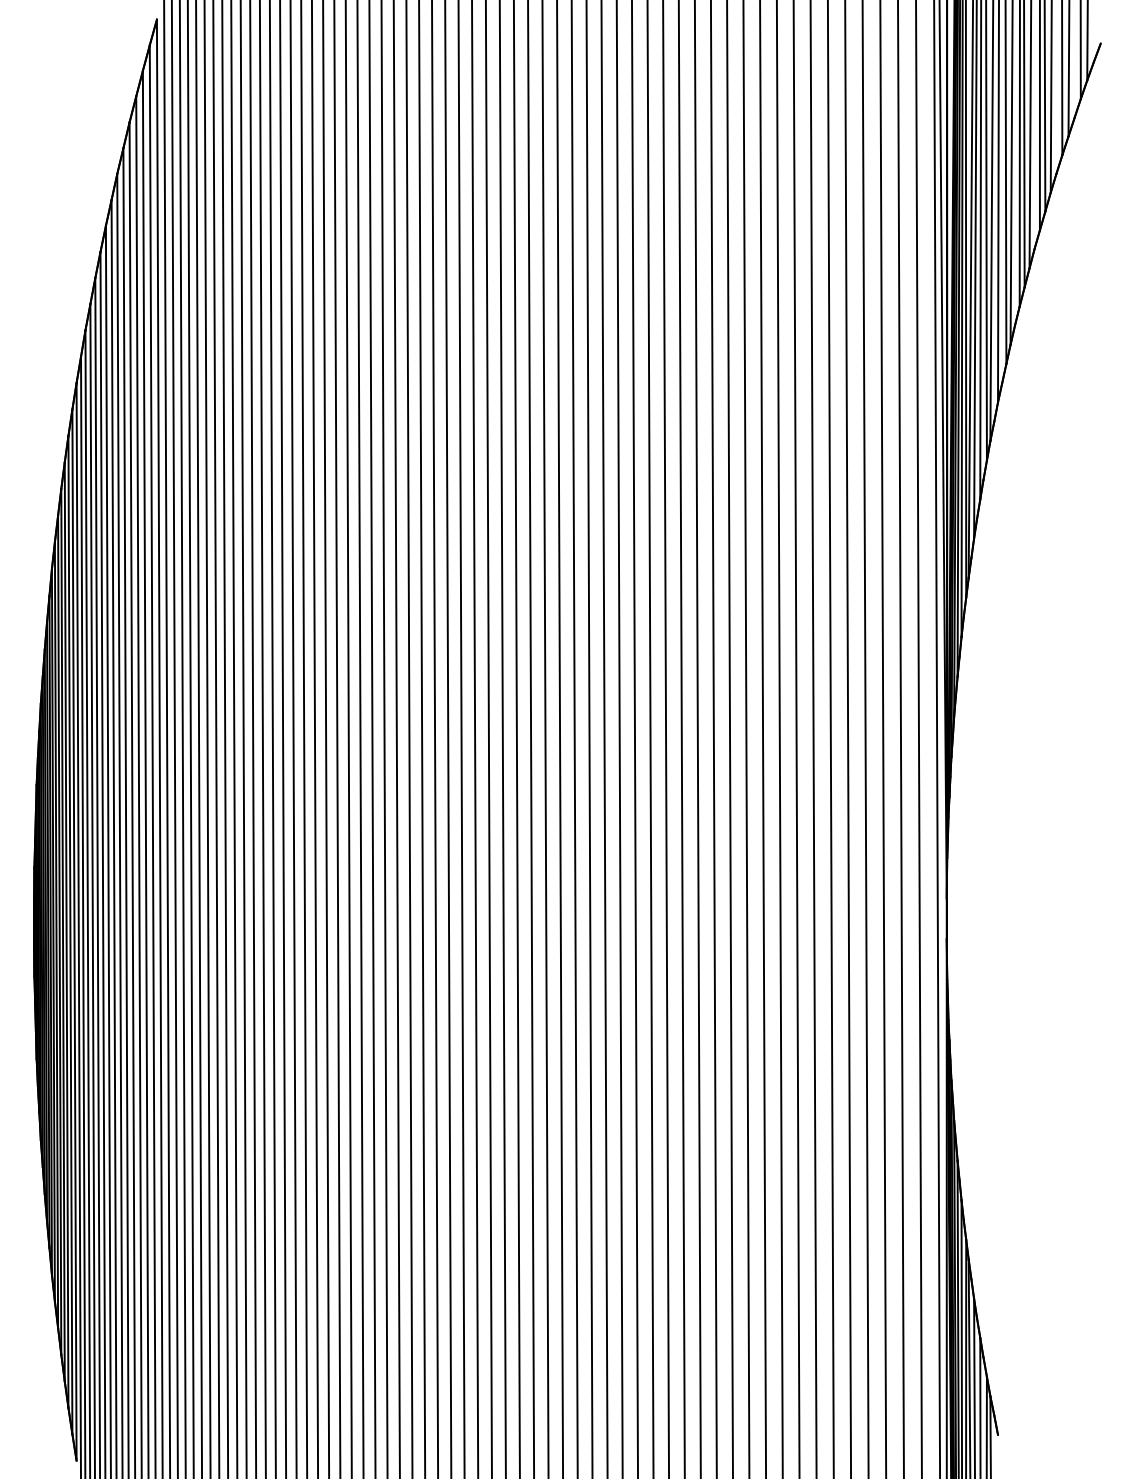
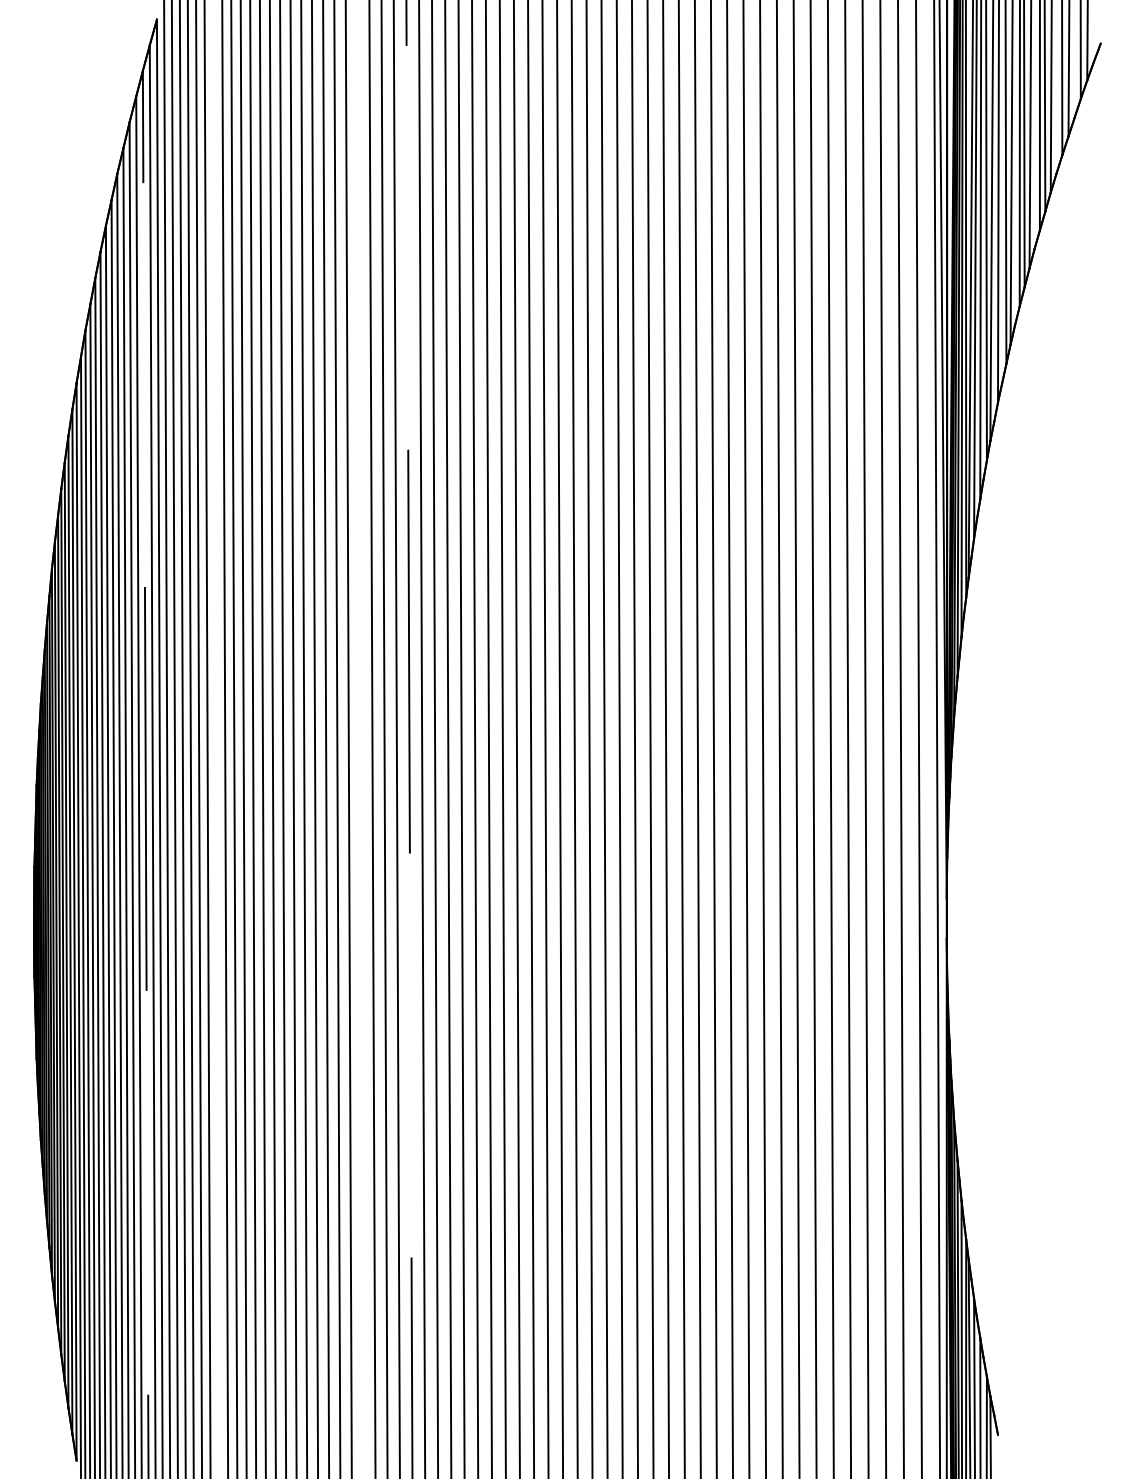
line at (216, 738): present -> none
line at (360, 738): present -> none
line at (409, 739): solid -> dashed
line at (145, 774): solid -> dashed
